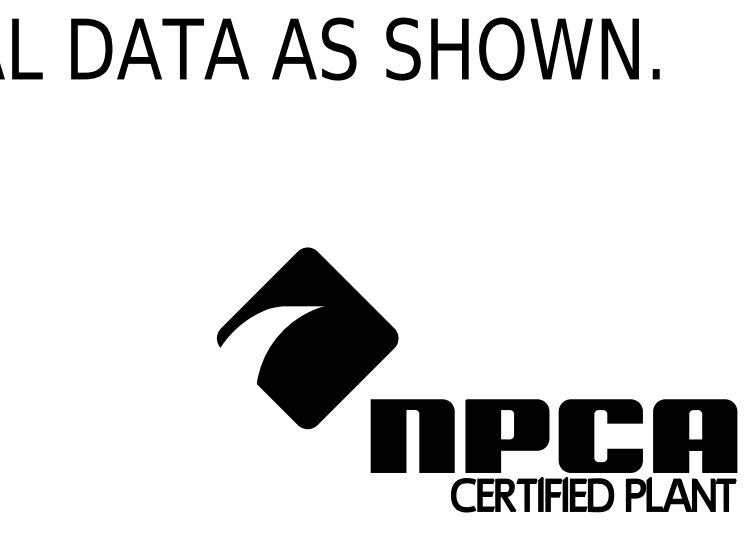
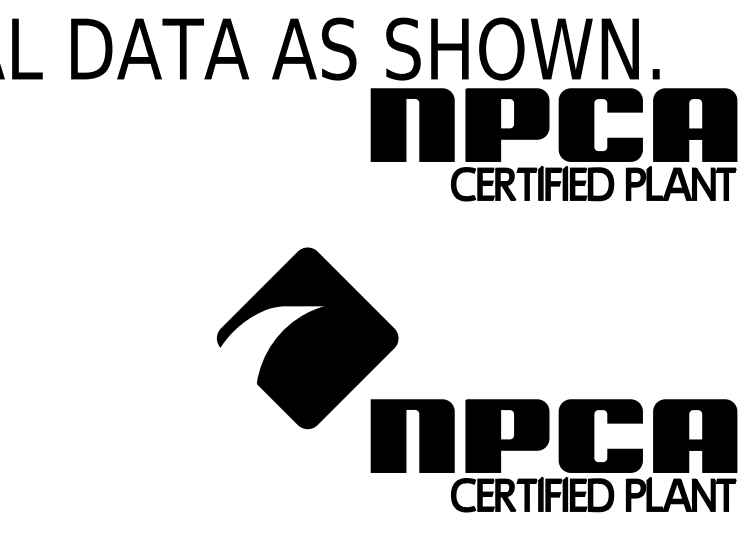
part at (553, 144): none -> present
